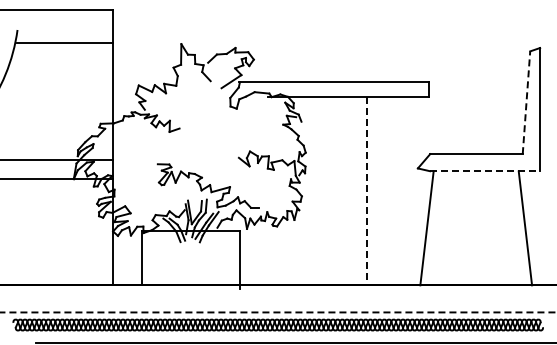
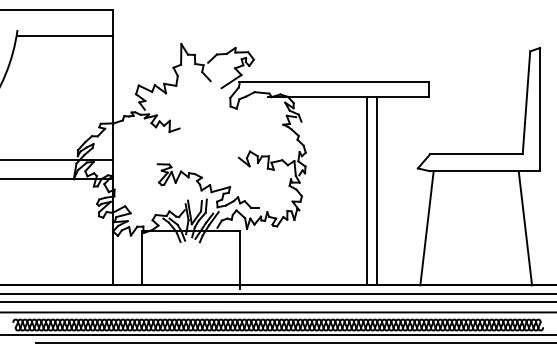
line at (64, 43) position: (64, 43) -> (64, 36)
line at (526, 102): dashed -> solid
line at (485, 171): dashed -> solid
line at (366, 190): dashed -> solid
line at (377, 190): none -> present
line at (277, 294): none -> present
line at (277, 302): none -> present
line at (278, 312): dashed -> solid
line at (277, 334): none -> present
